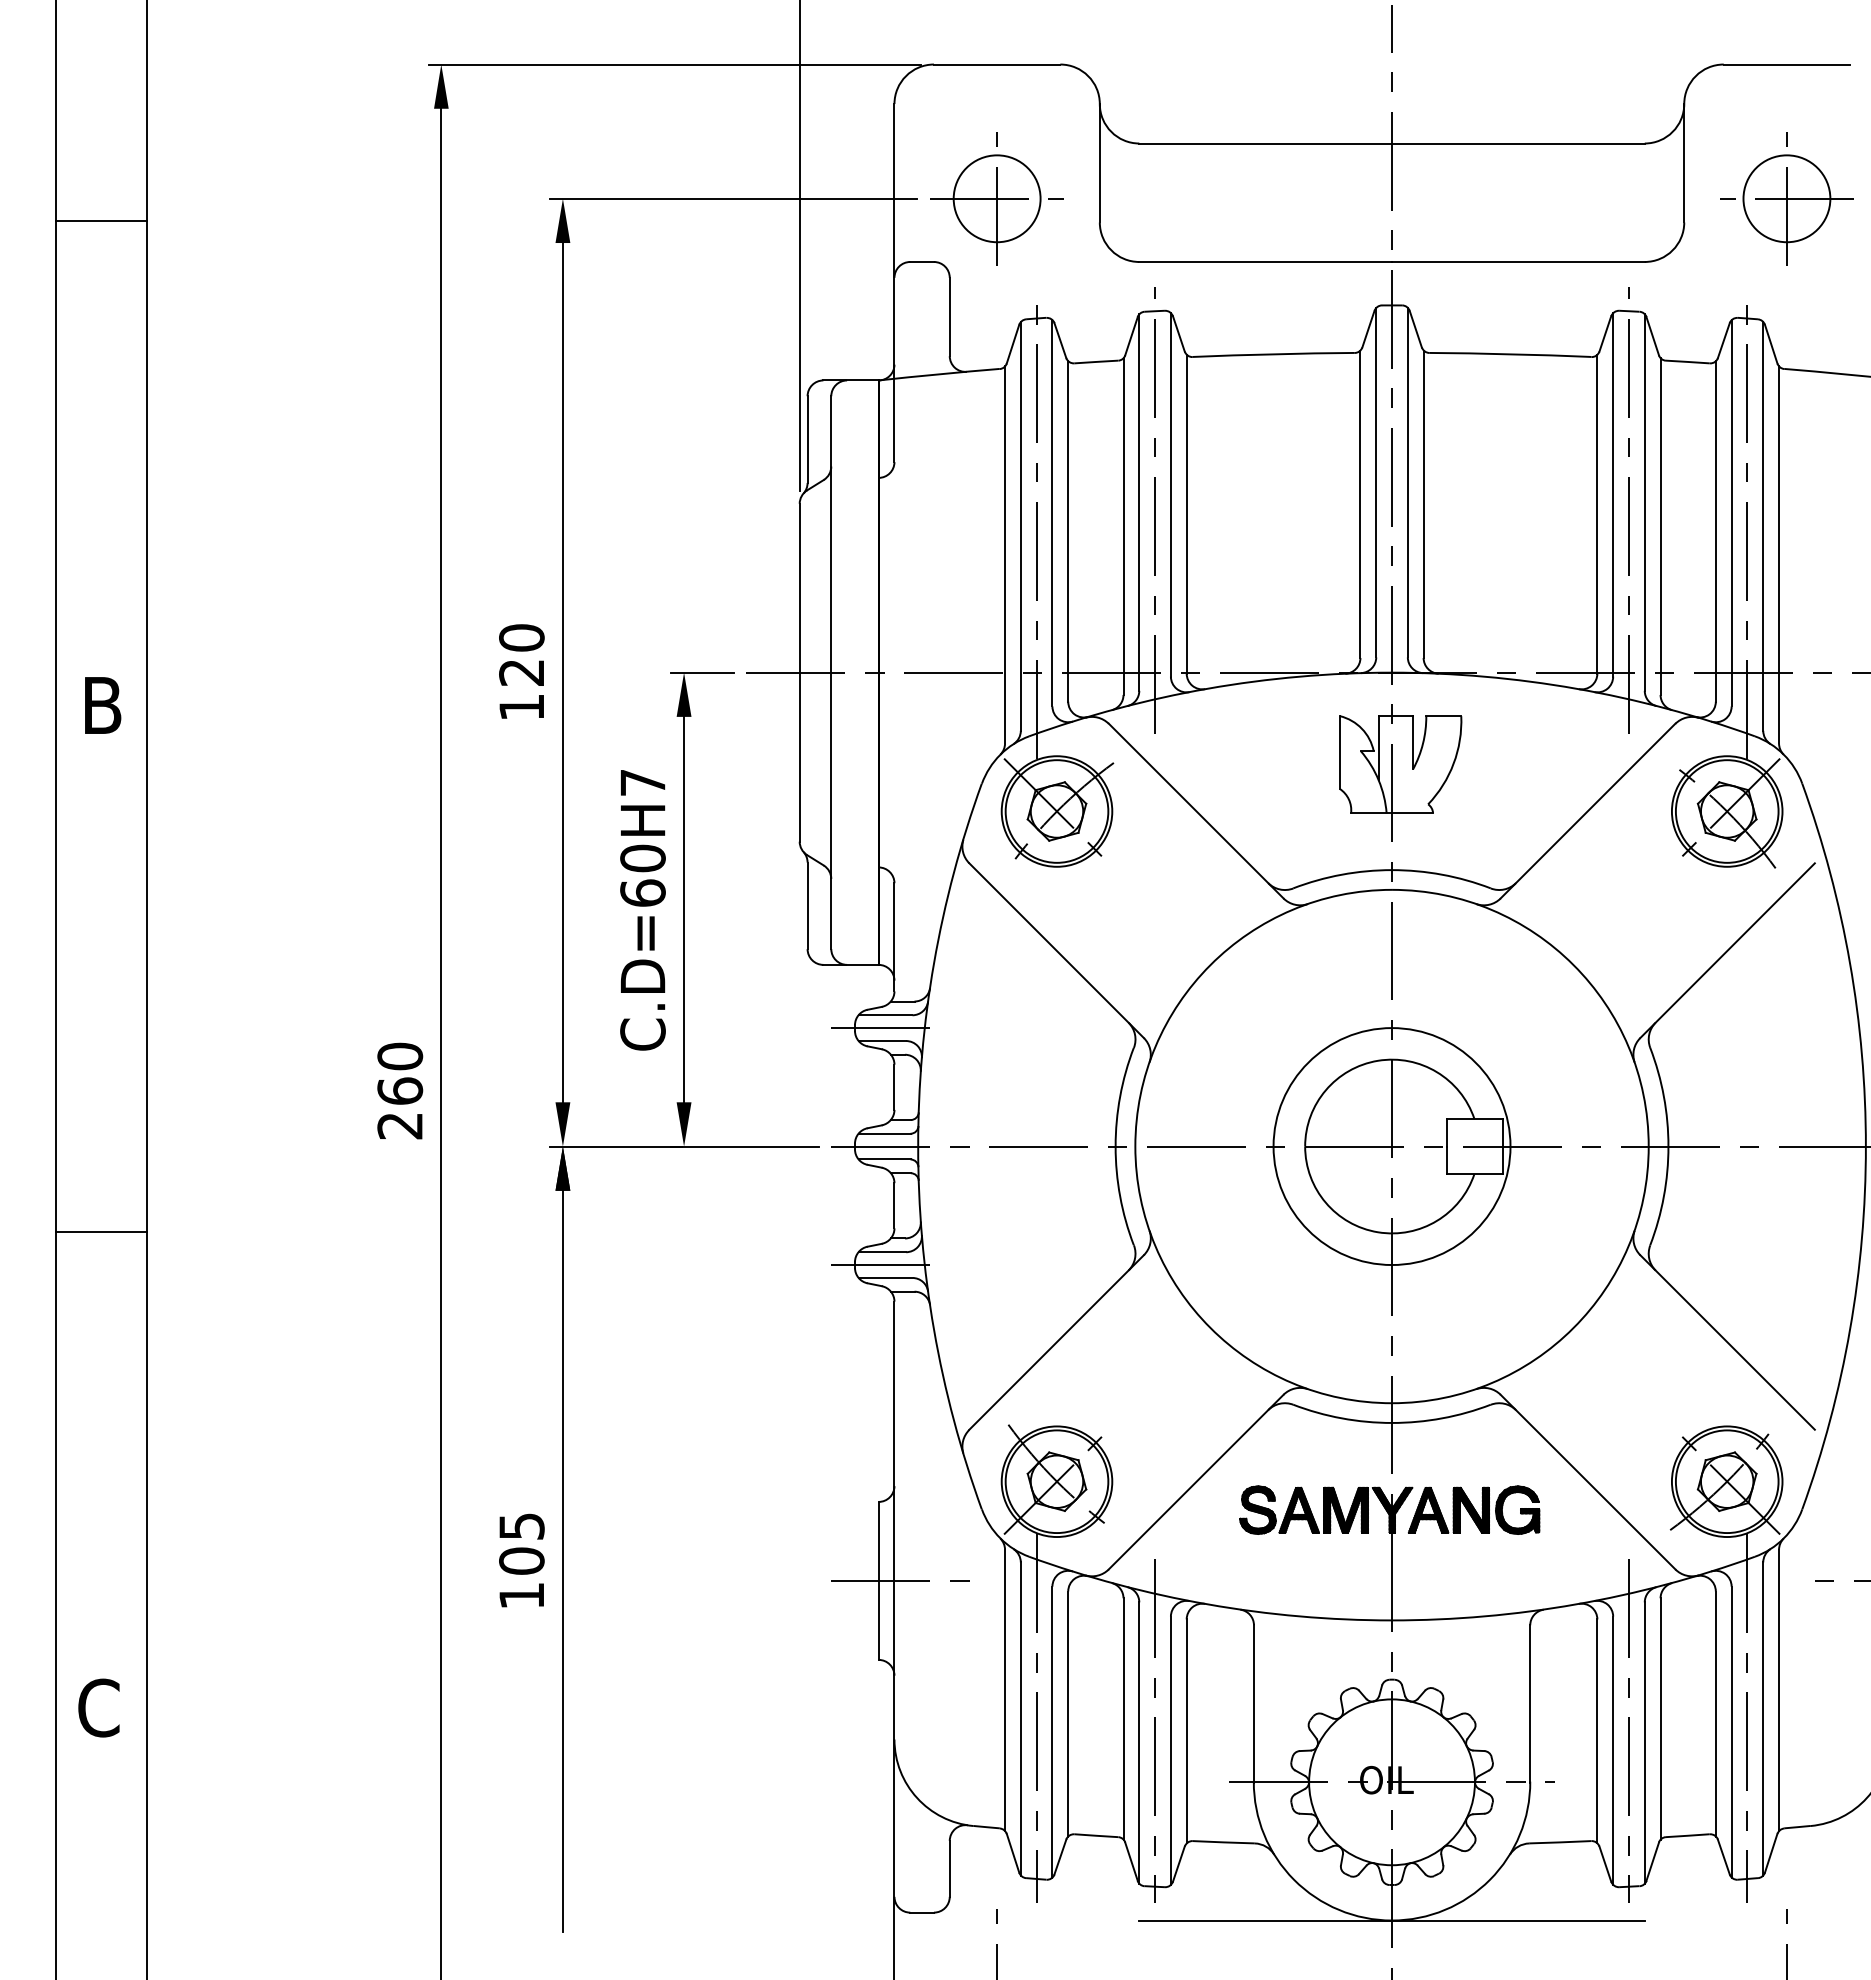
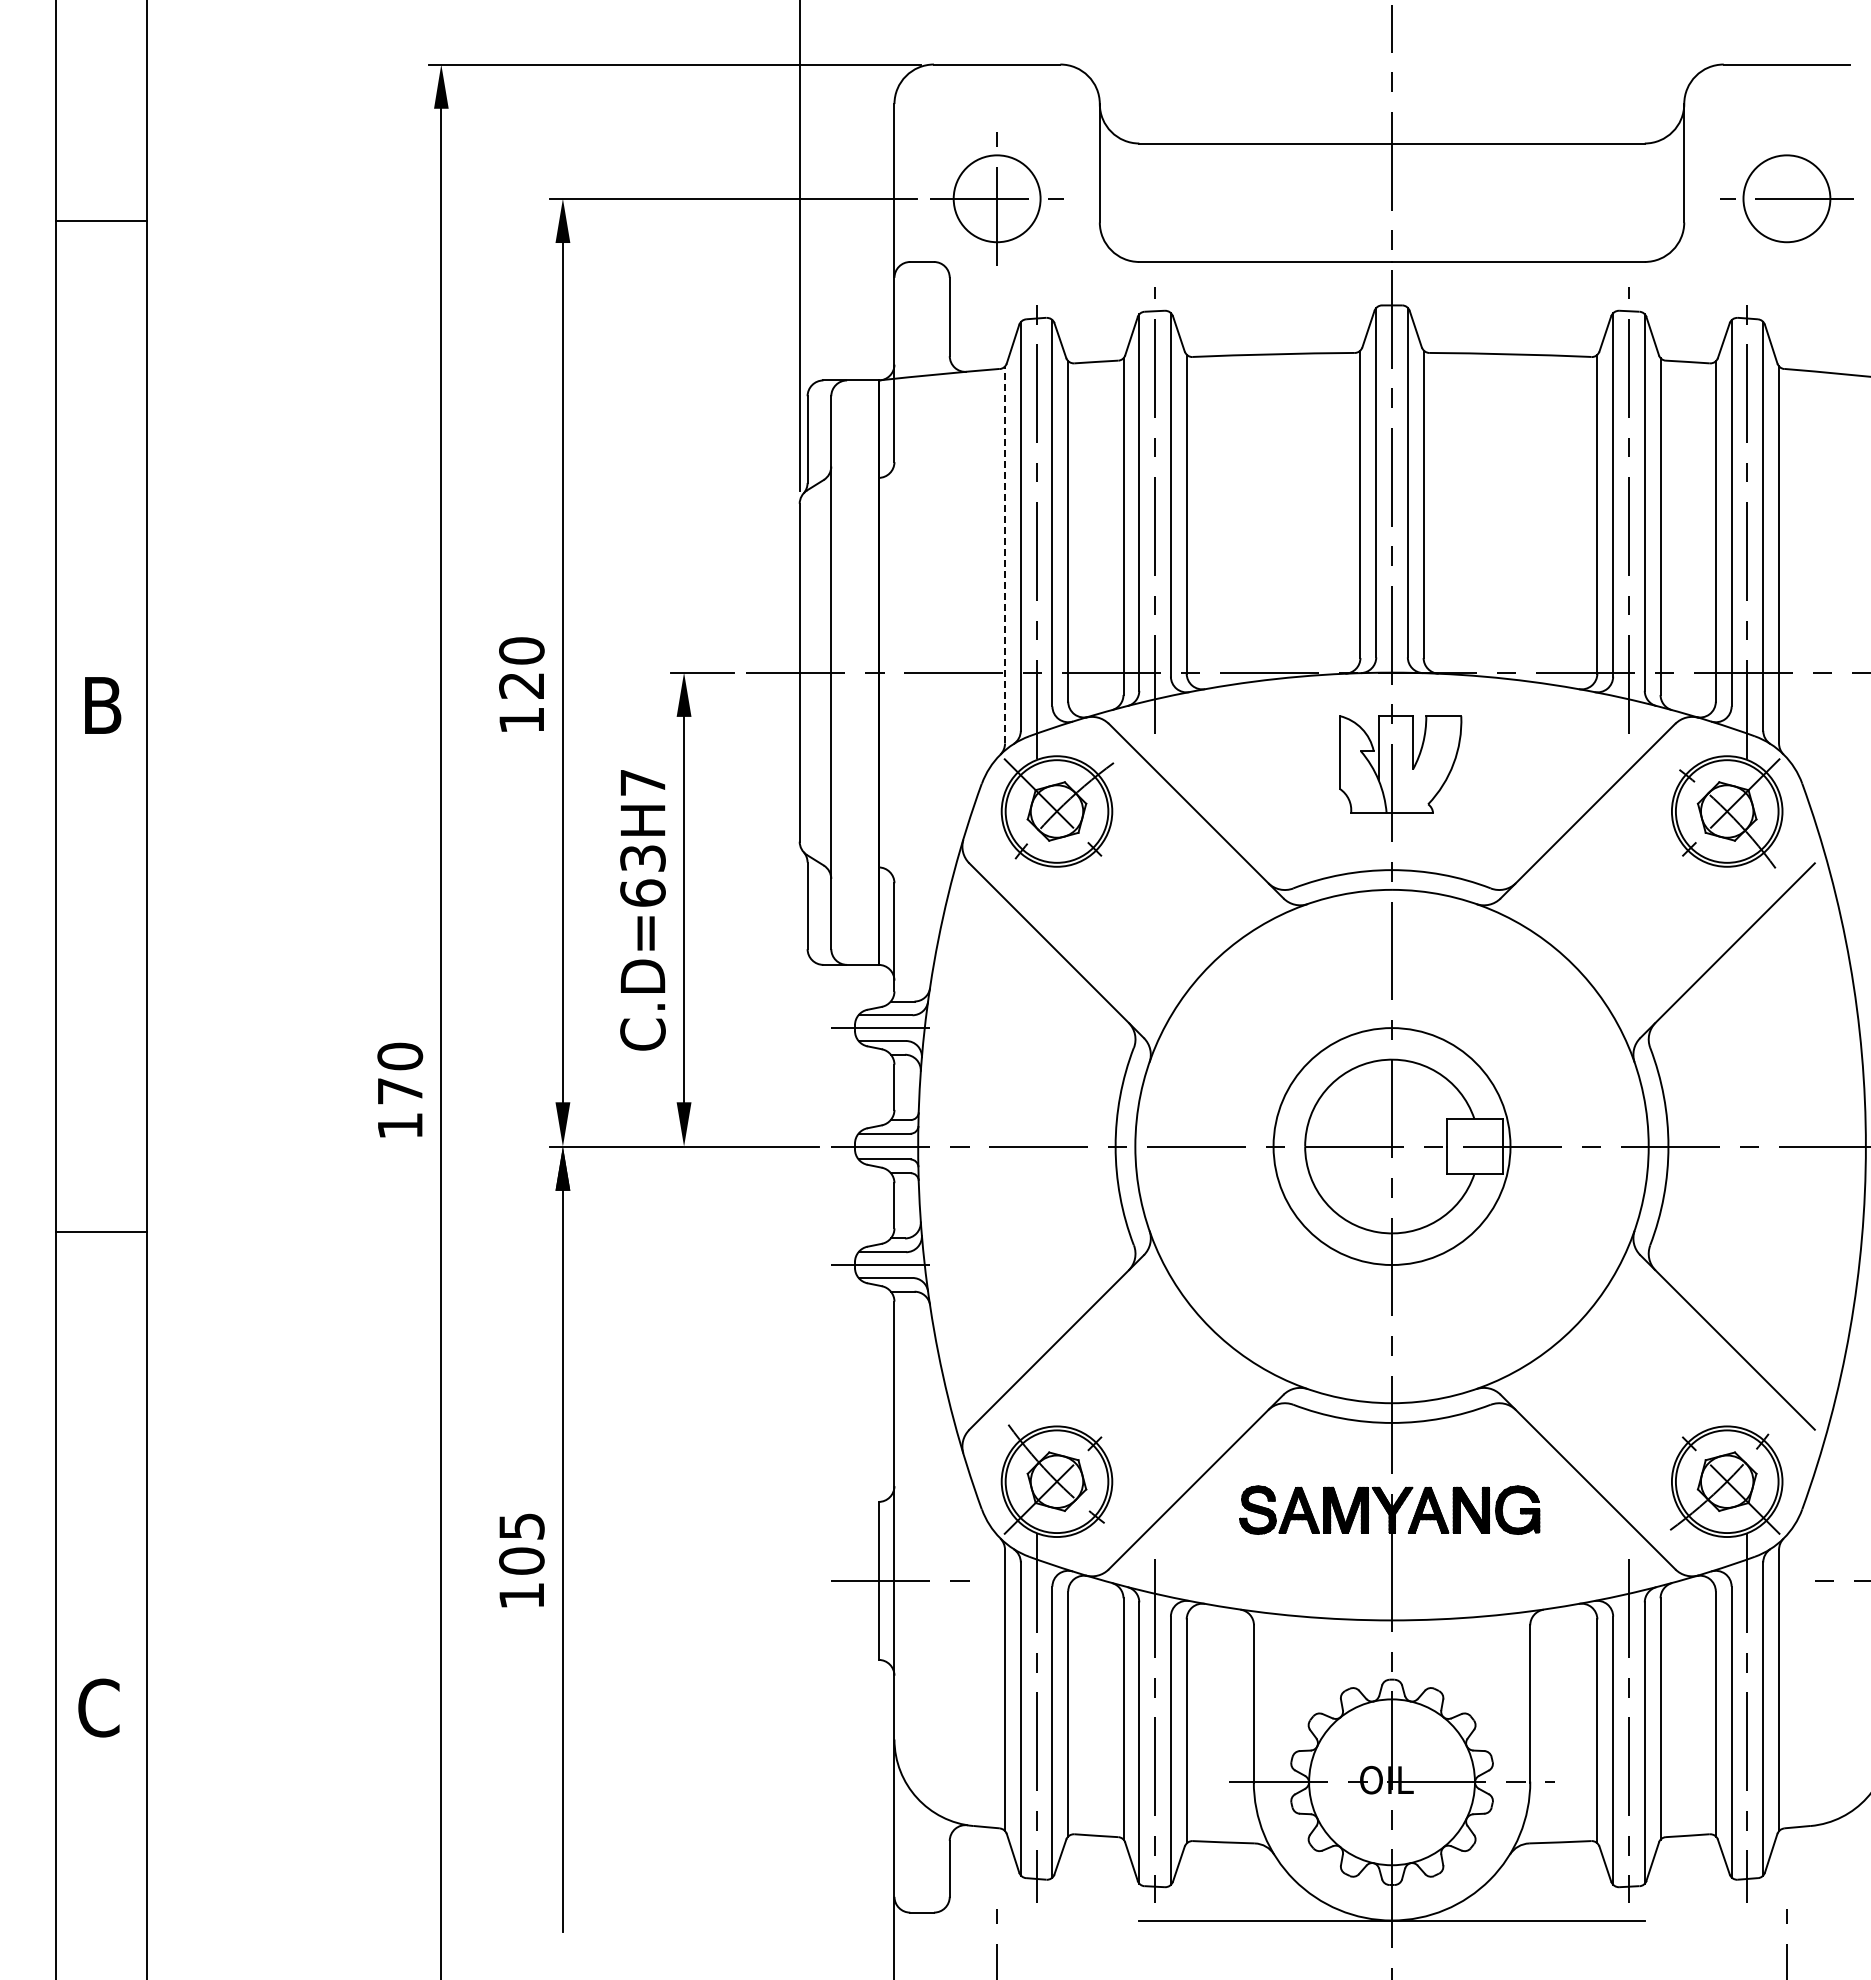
line at (1786, 198): present -> none
line at (1005, 554): solid -> dashed
text at (521, 671) position: (521, 671) -> (521, 684)
text at (642, 858): C.D=60H7 -> C.D=63H7
text at (400, 1108): 260 -> 170
